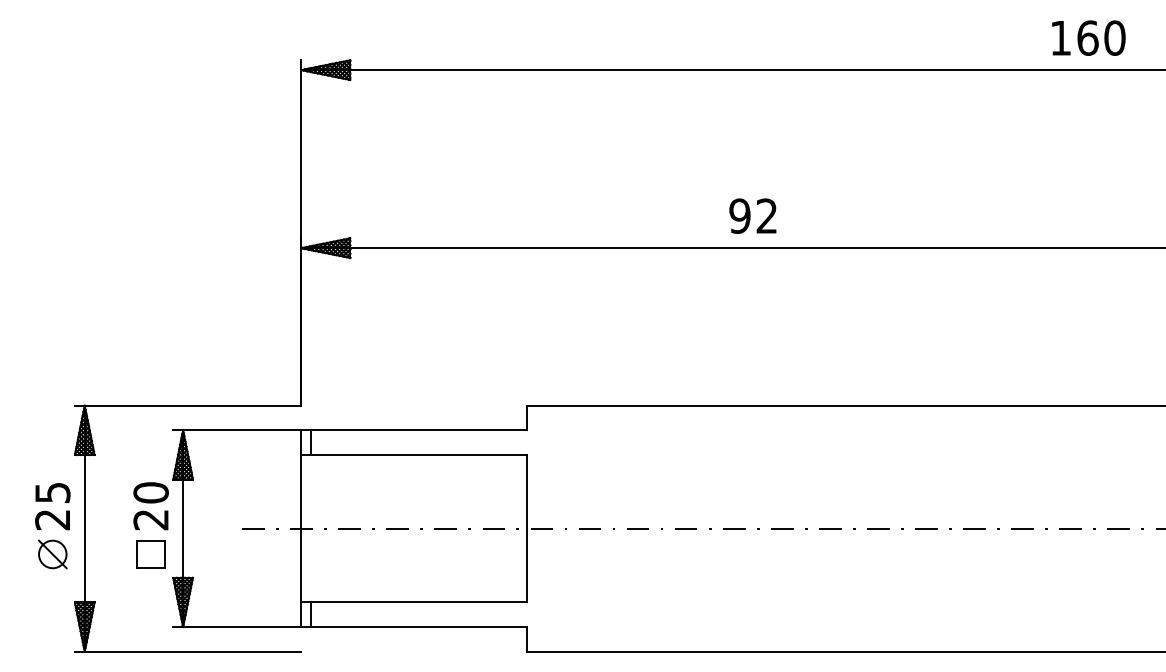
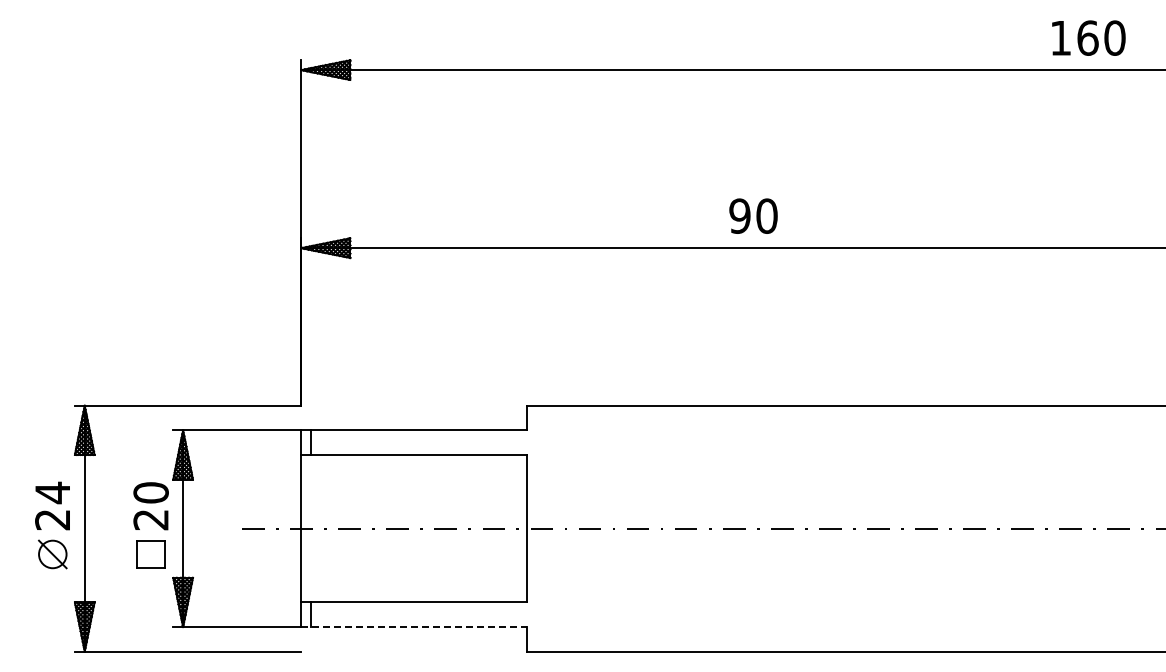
text at (766, 215): 92 -> 90
text at (52, 492): 25 -> 24
line at (414, 627): solid -> dashed
